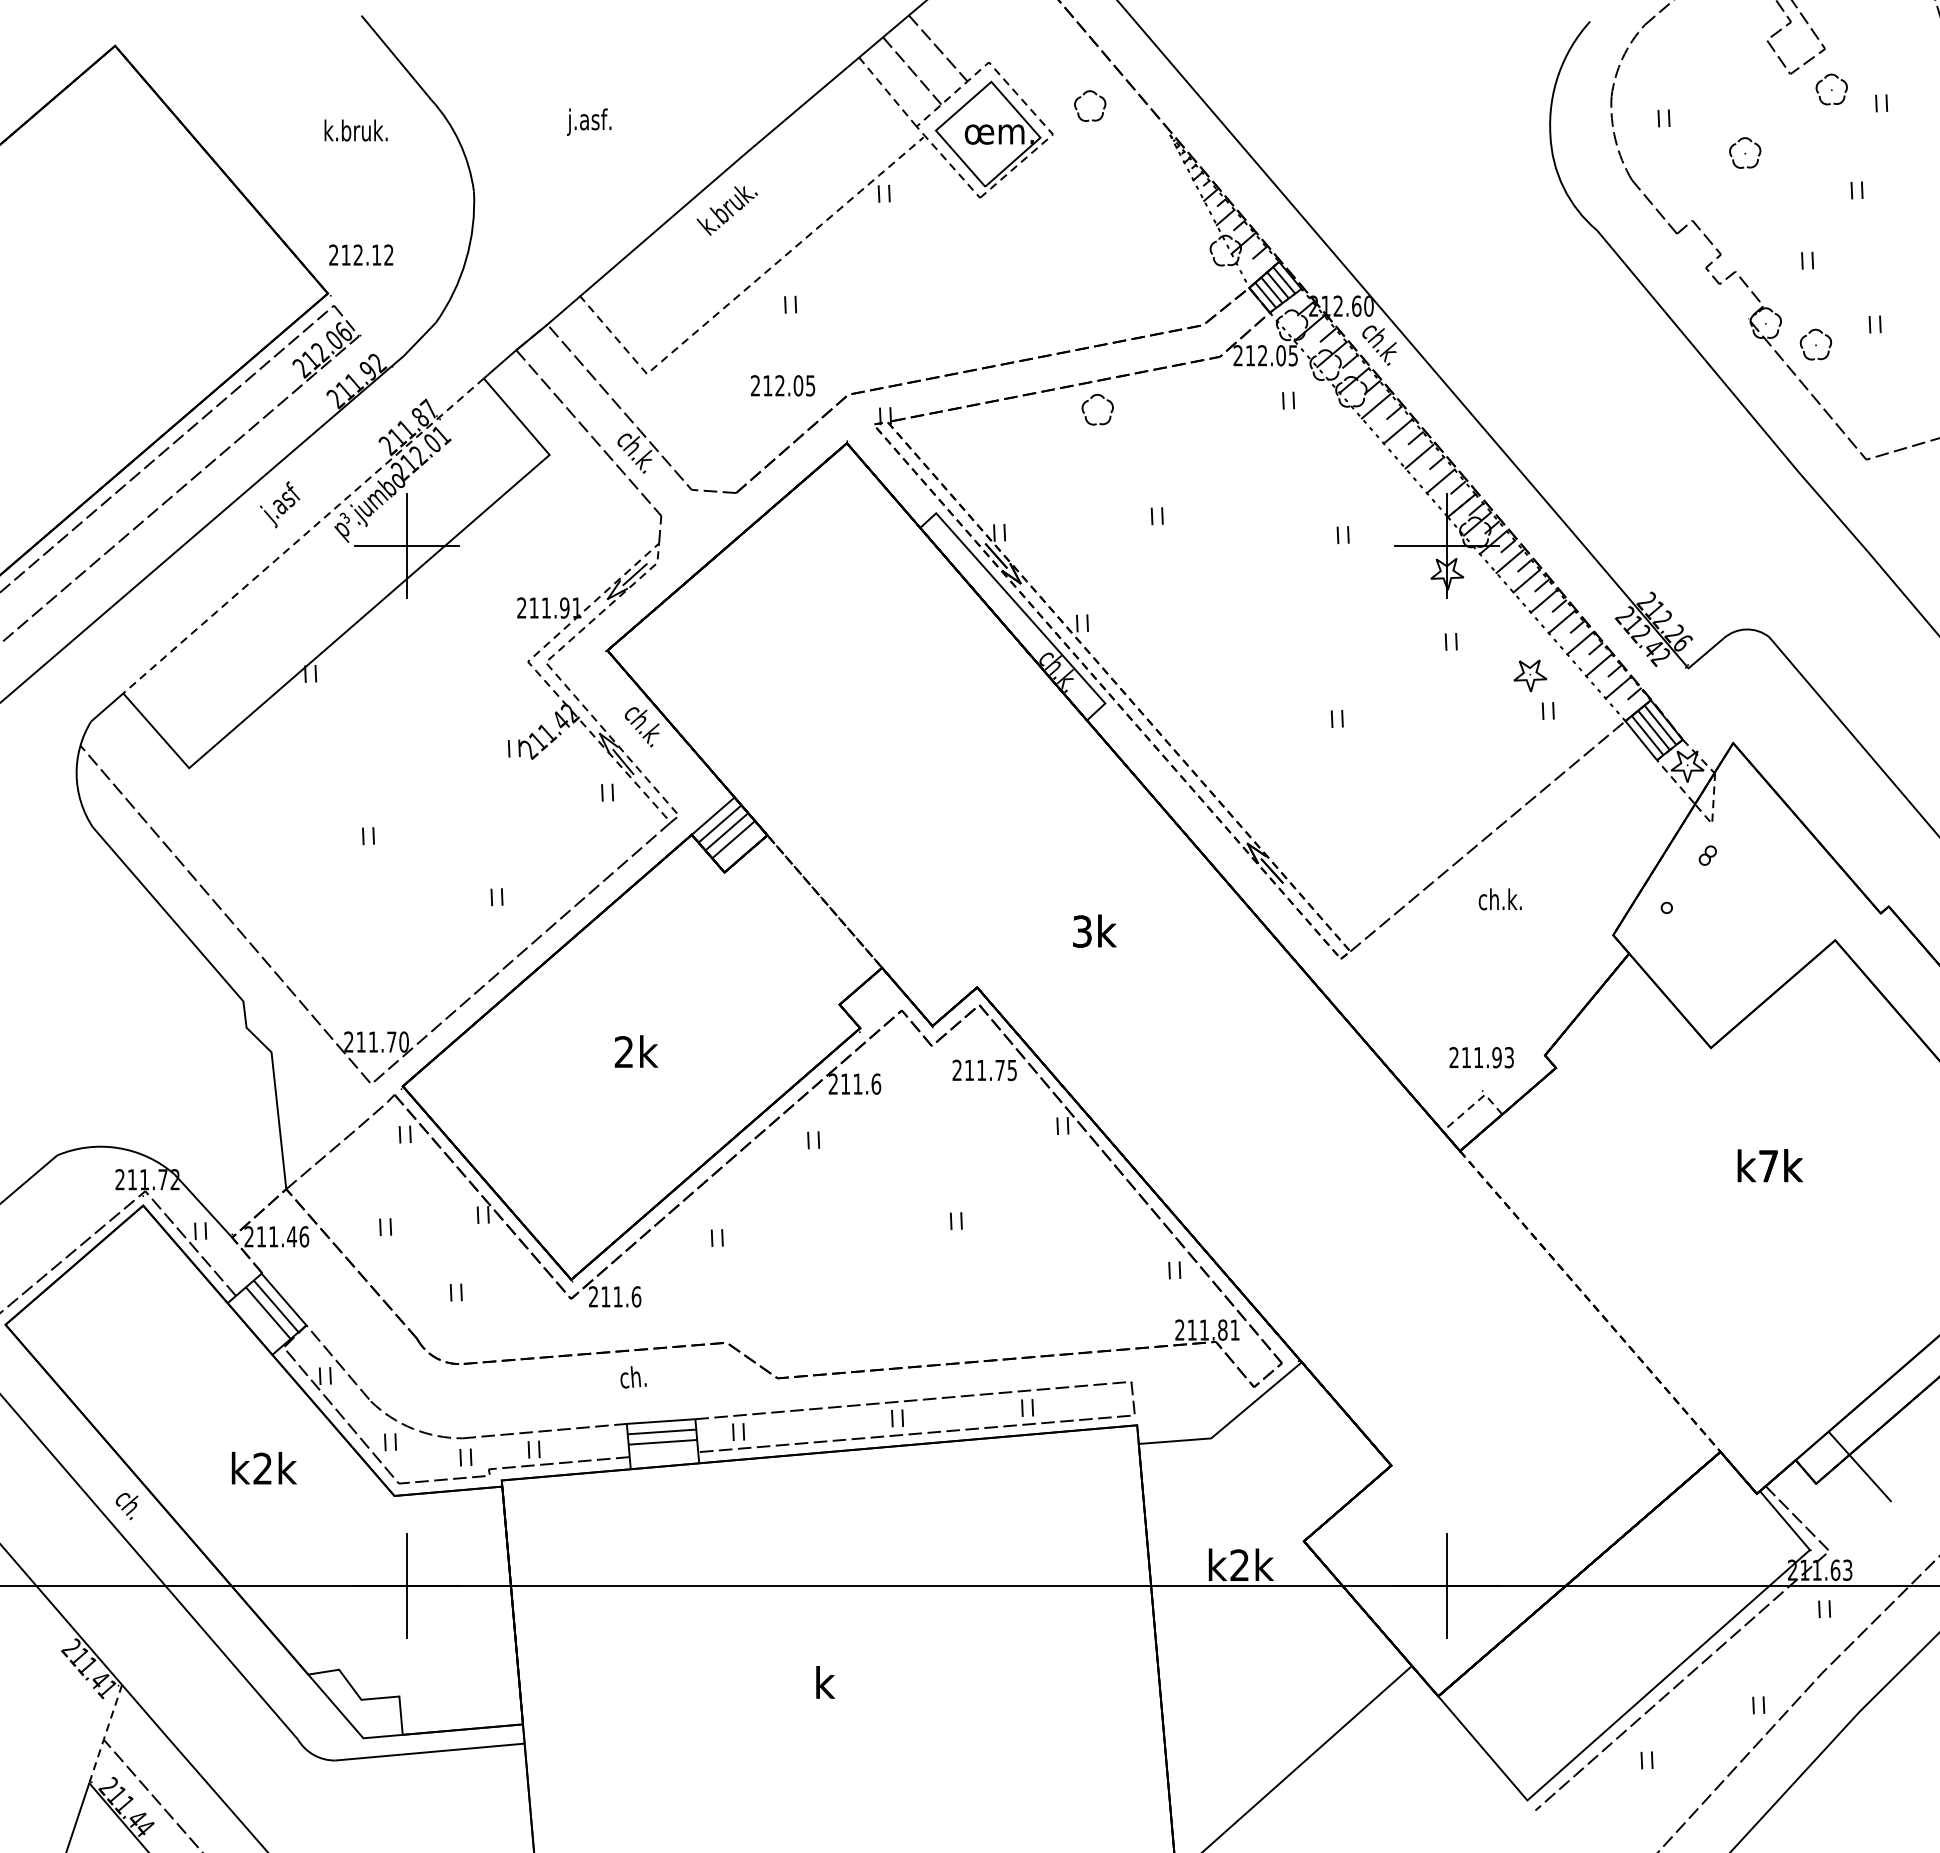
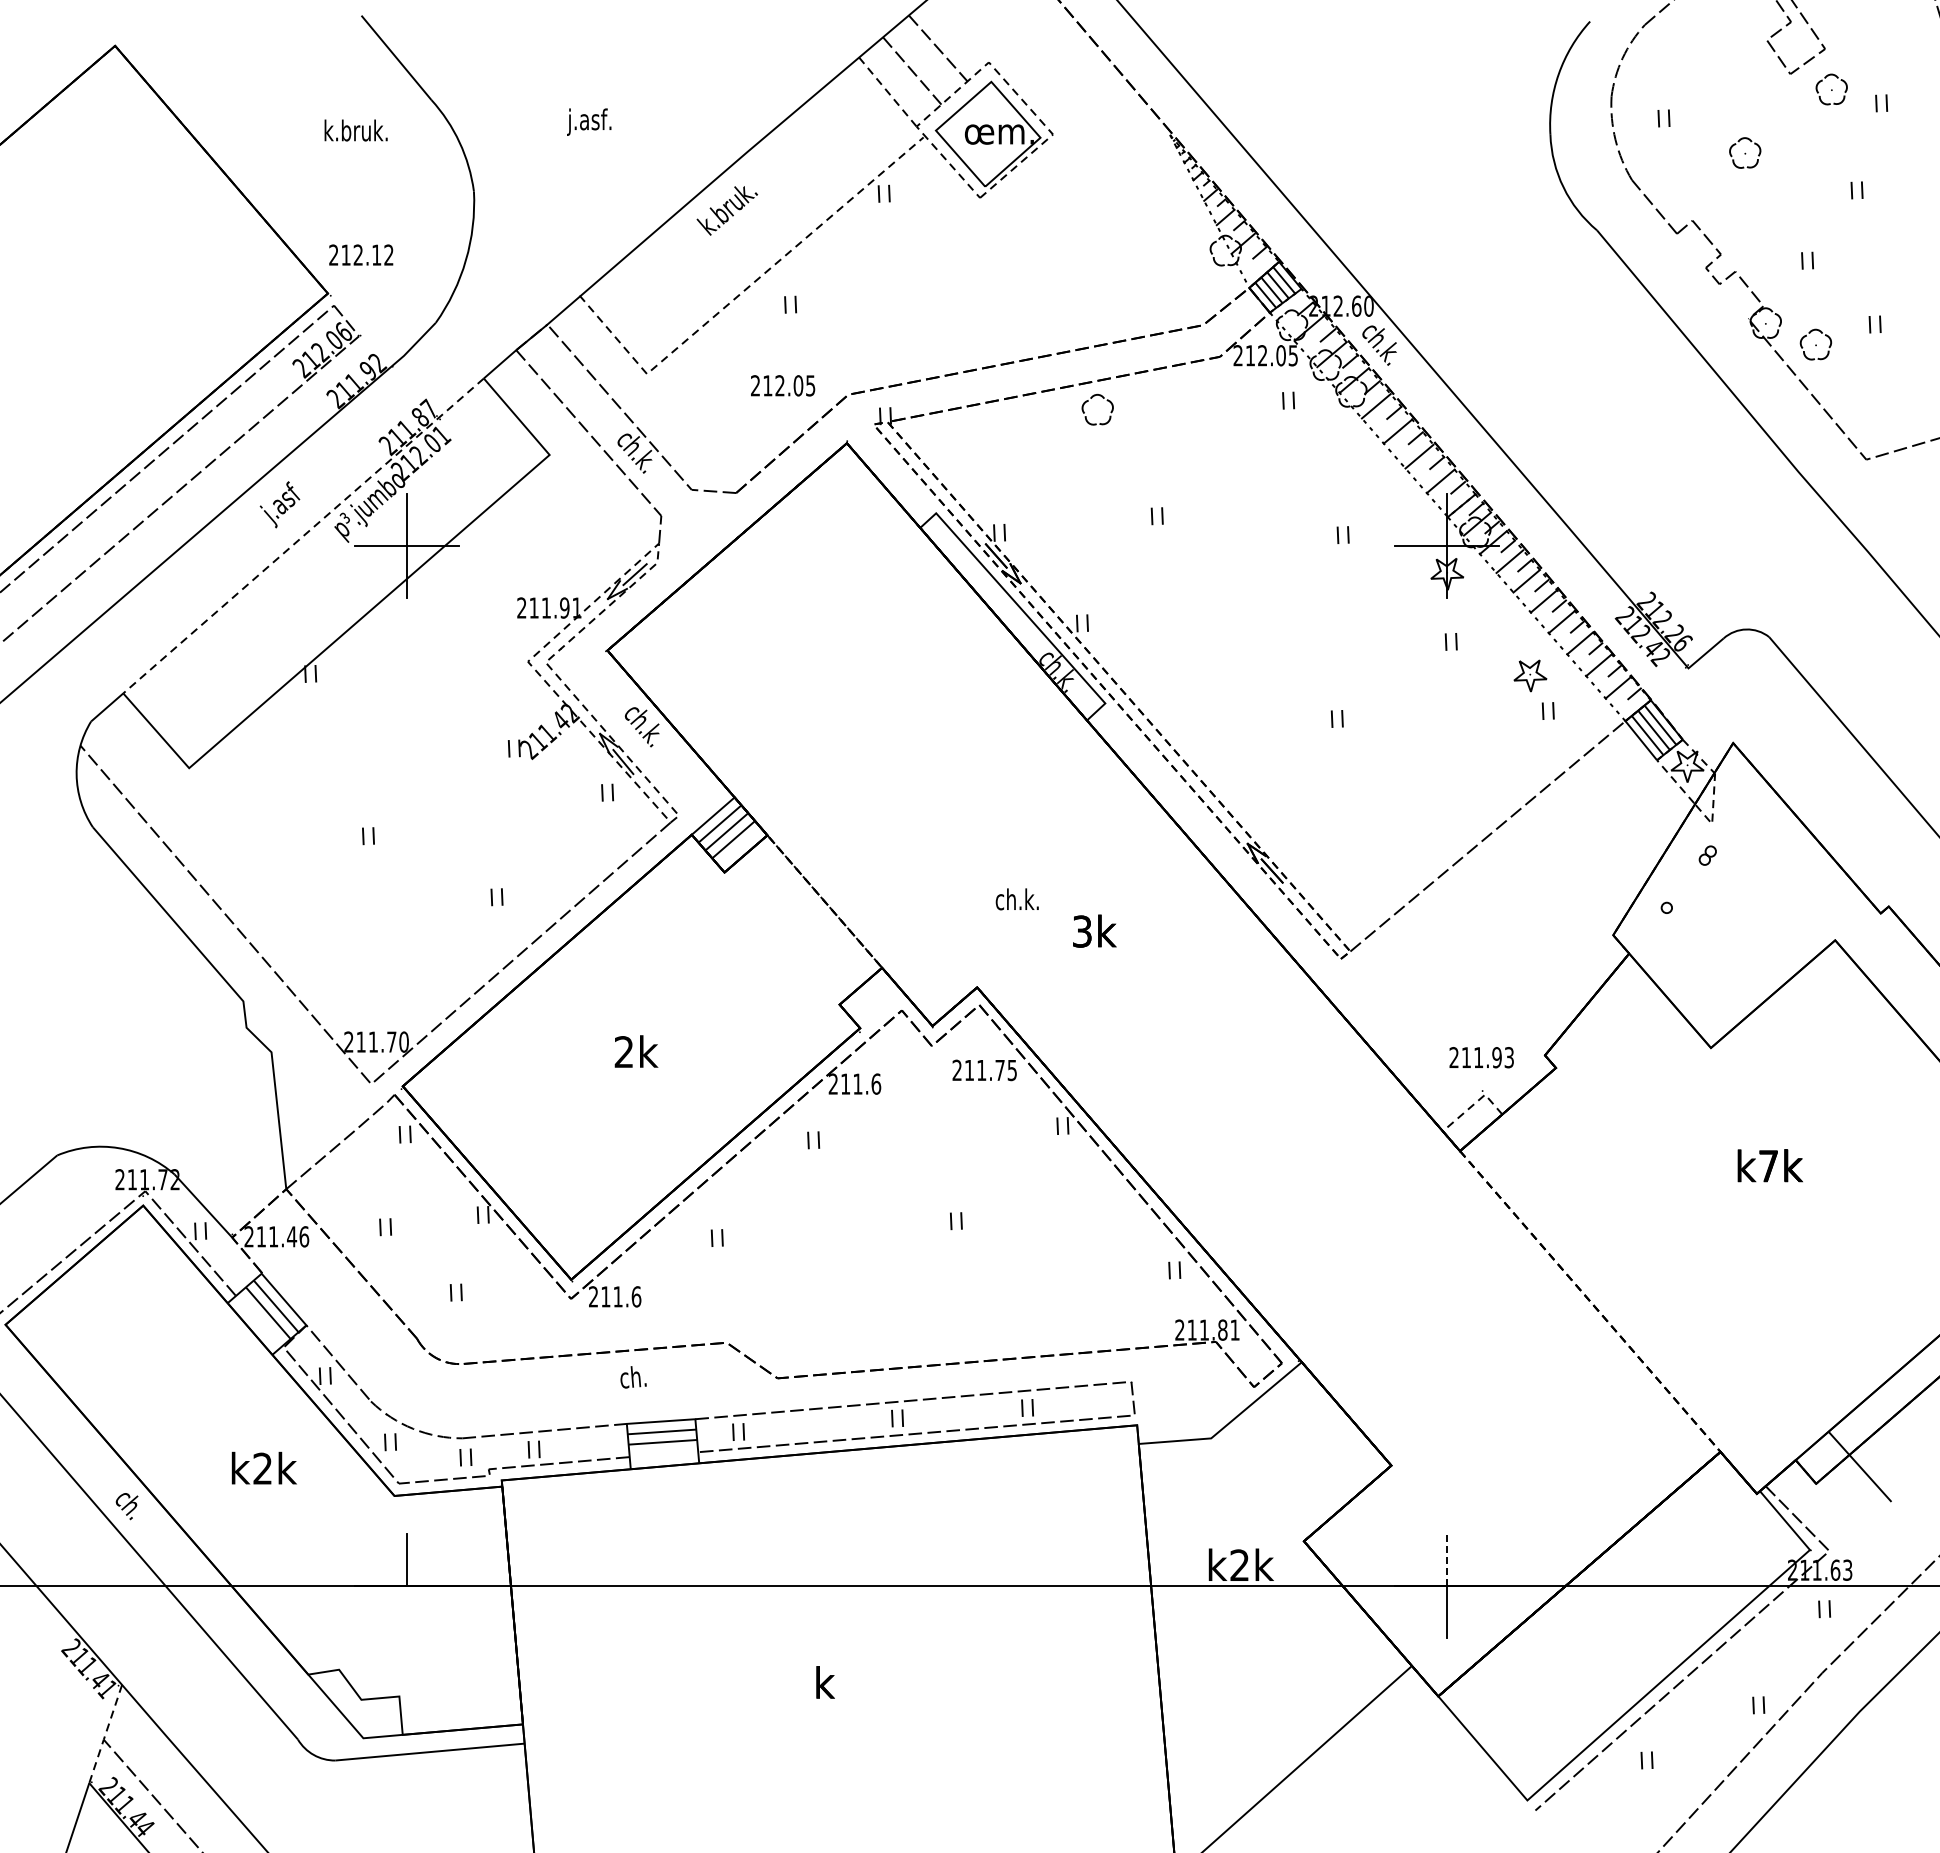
part at (1095, 95): present -> none
text at (1499, 899) position: (1499, 899) -> (1016, 899)
line at (1447, 1559): solid -> dashed
line at (406, 1612): present -> none
